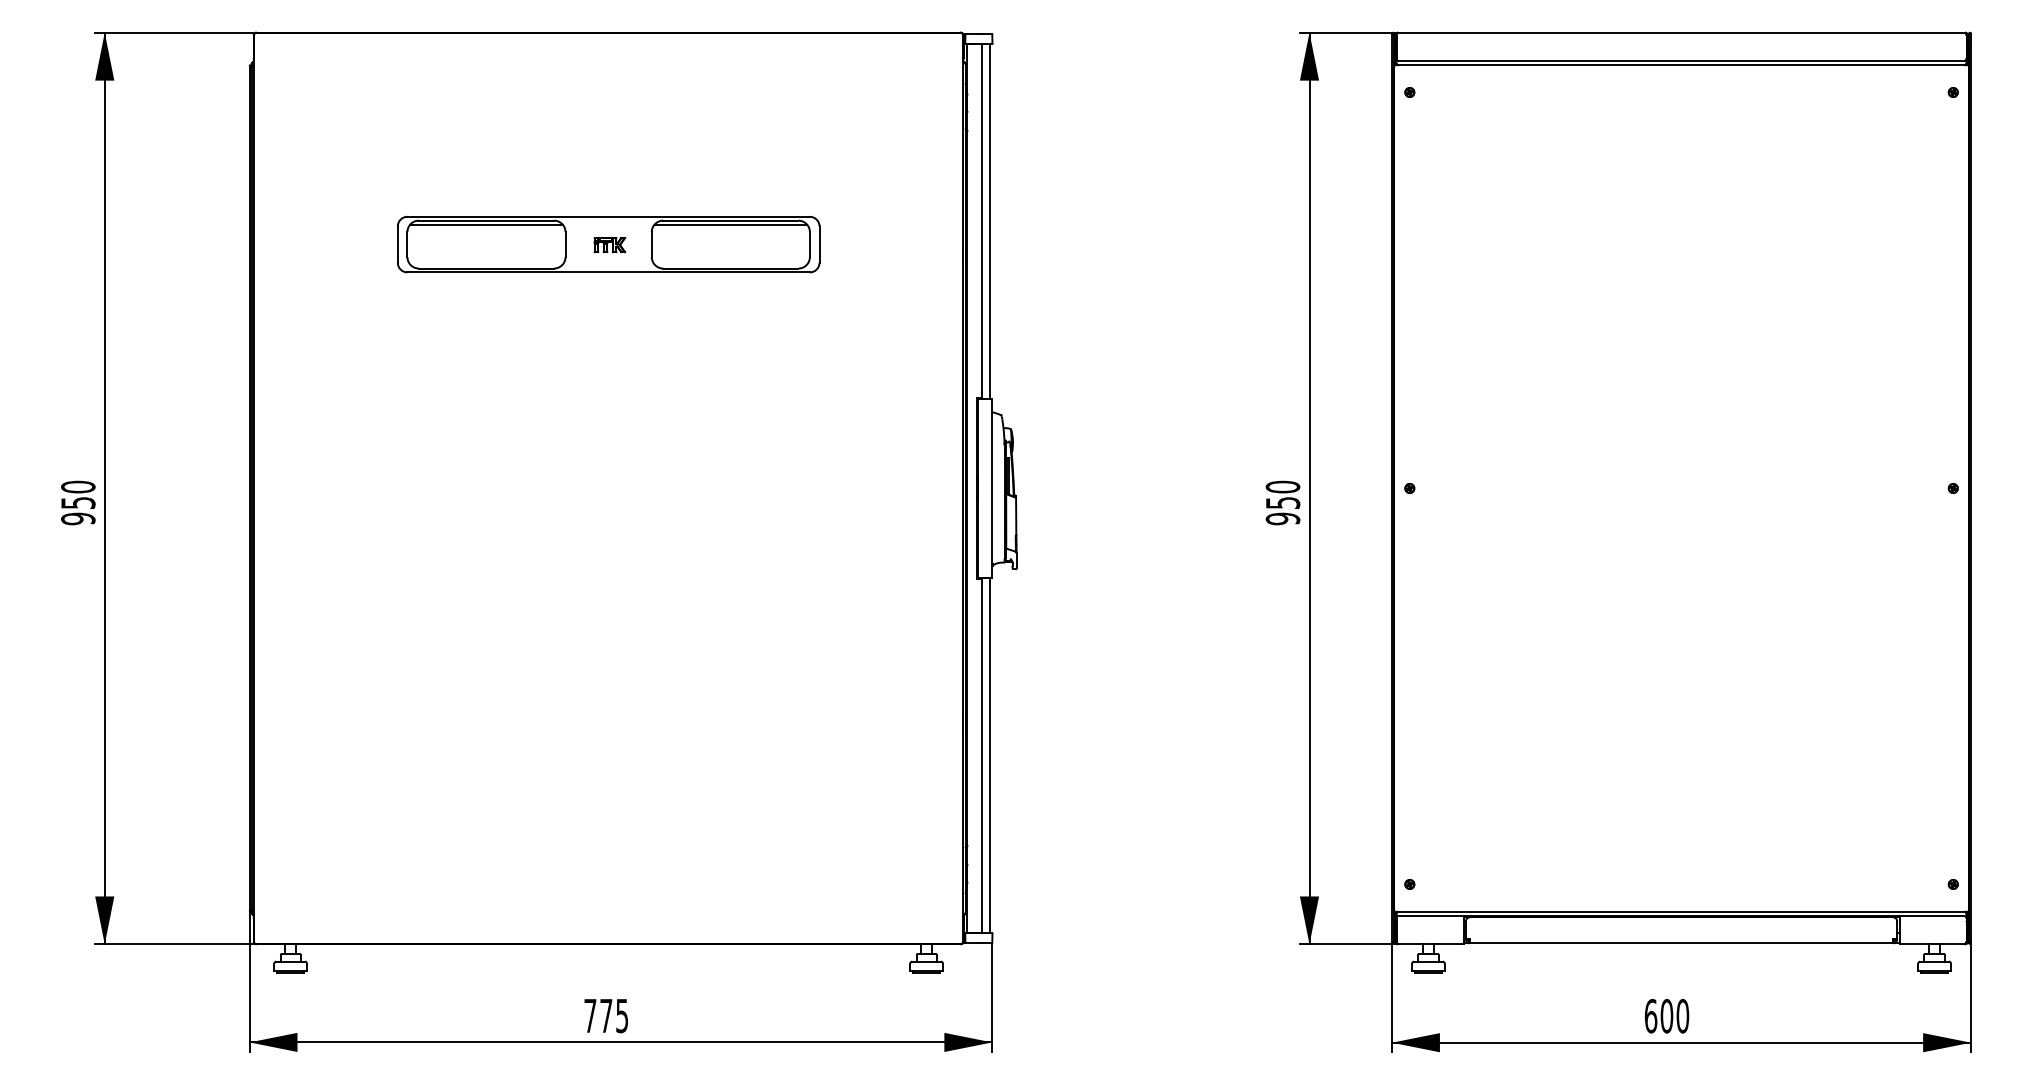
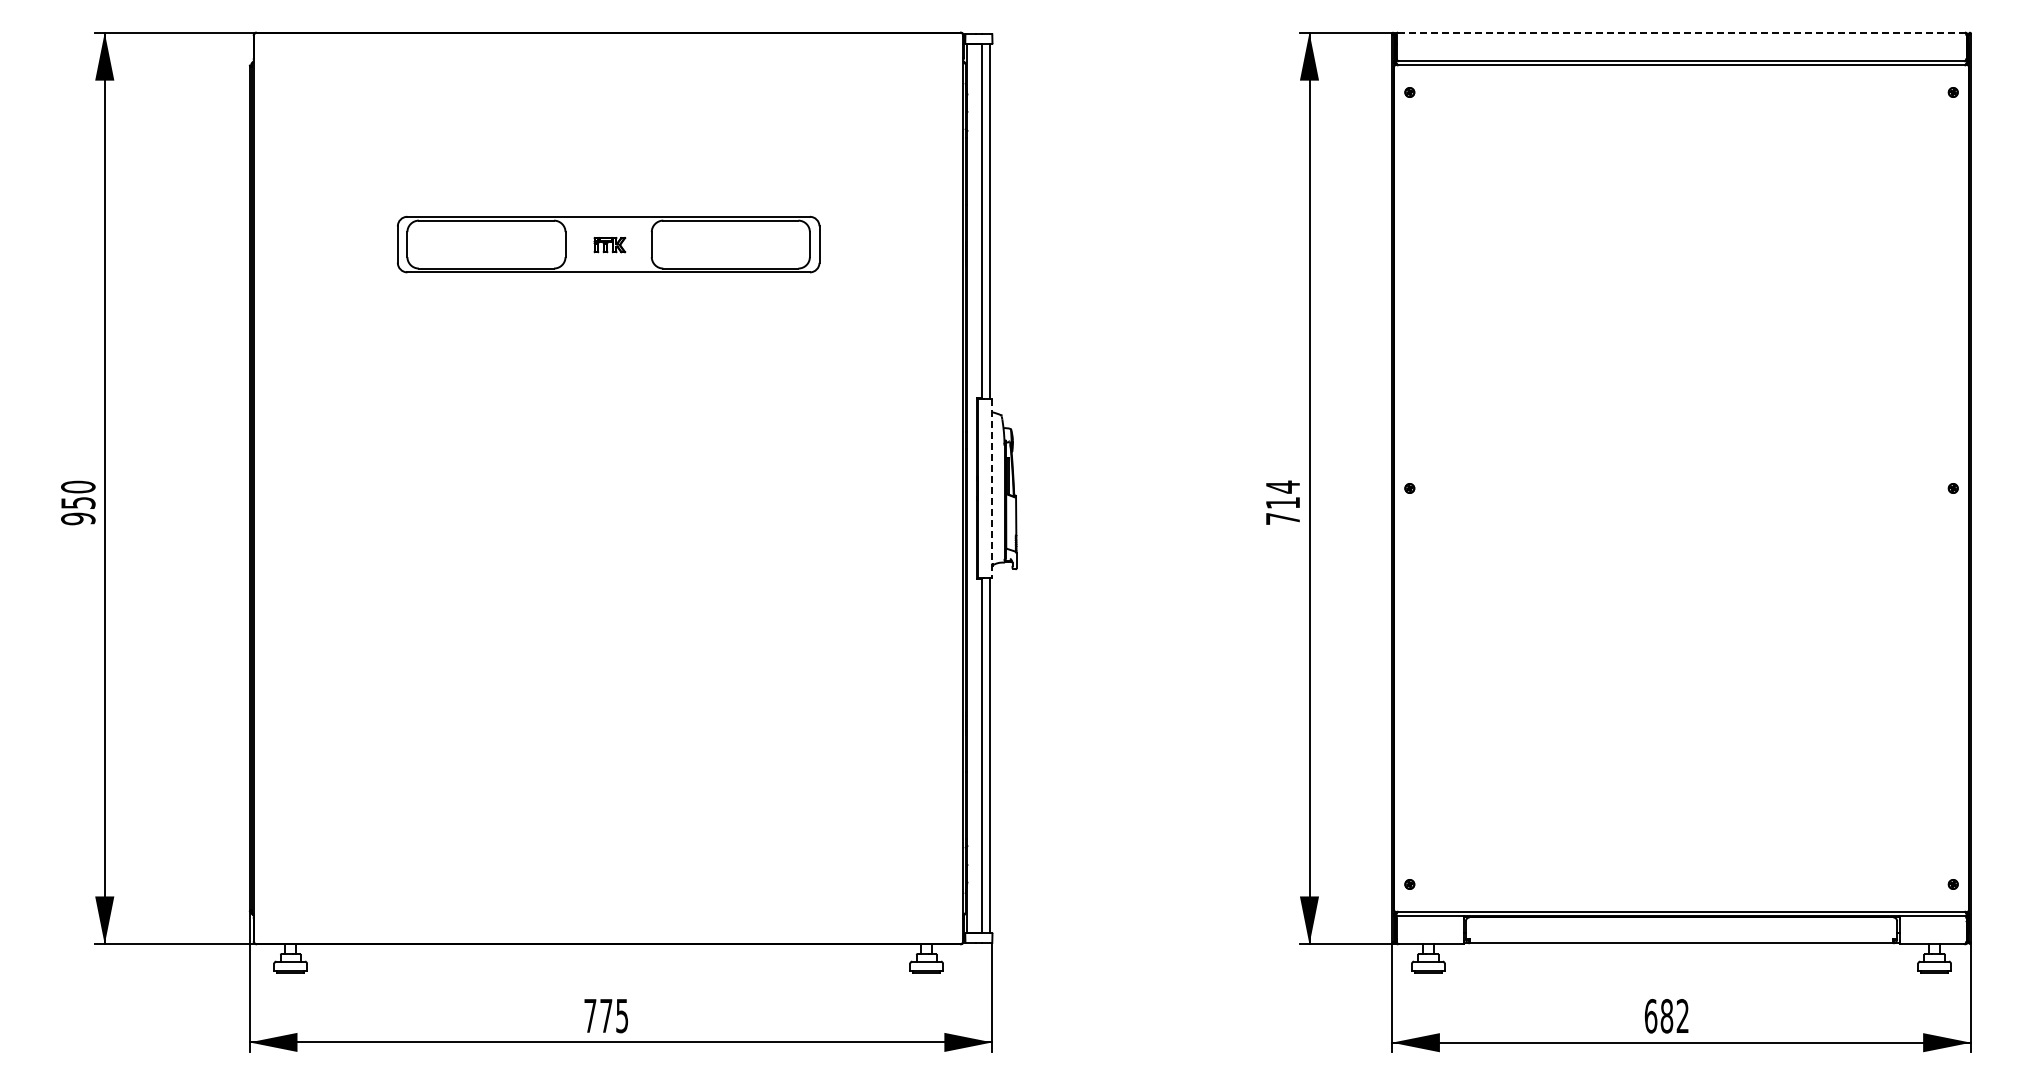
line at (1681, 32): solid -> dashed
line at (486, 224): present -> none
line at (730, 224): present -> none
line at (992, 488): solid -> dashed
text at (1282, 502): 950 -> 714
text at (1674, 1016): 600 -> 682
